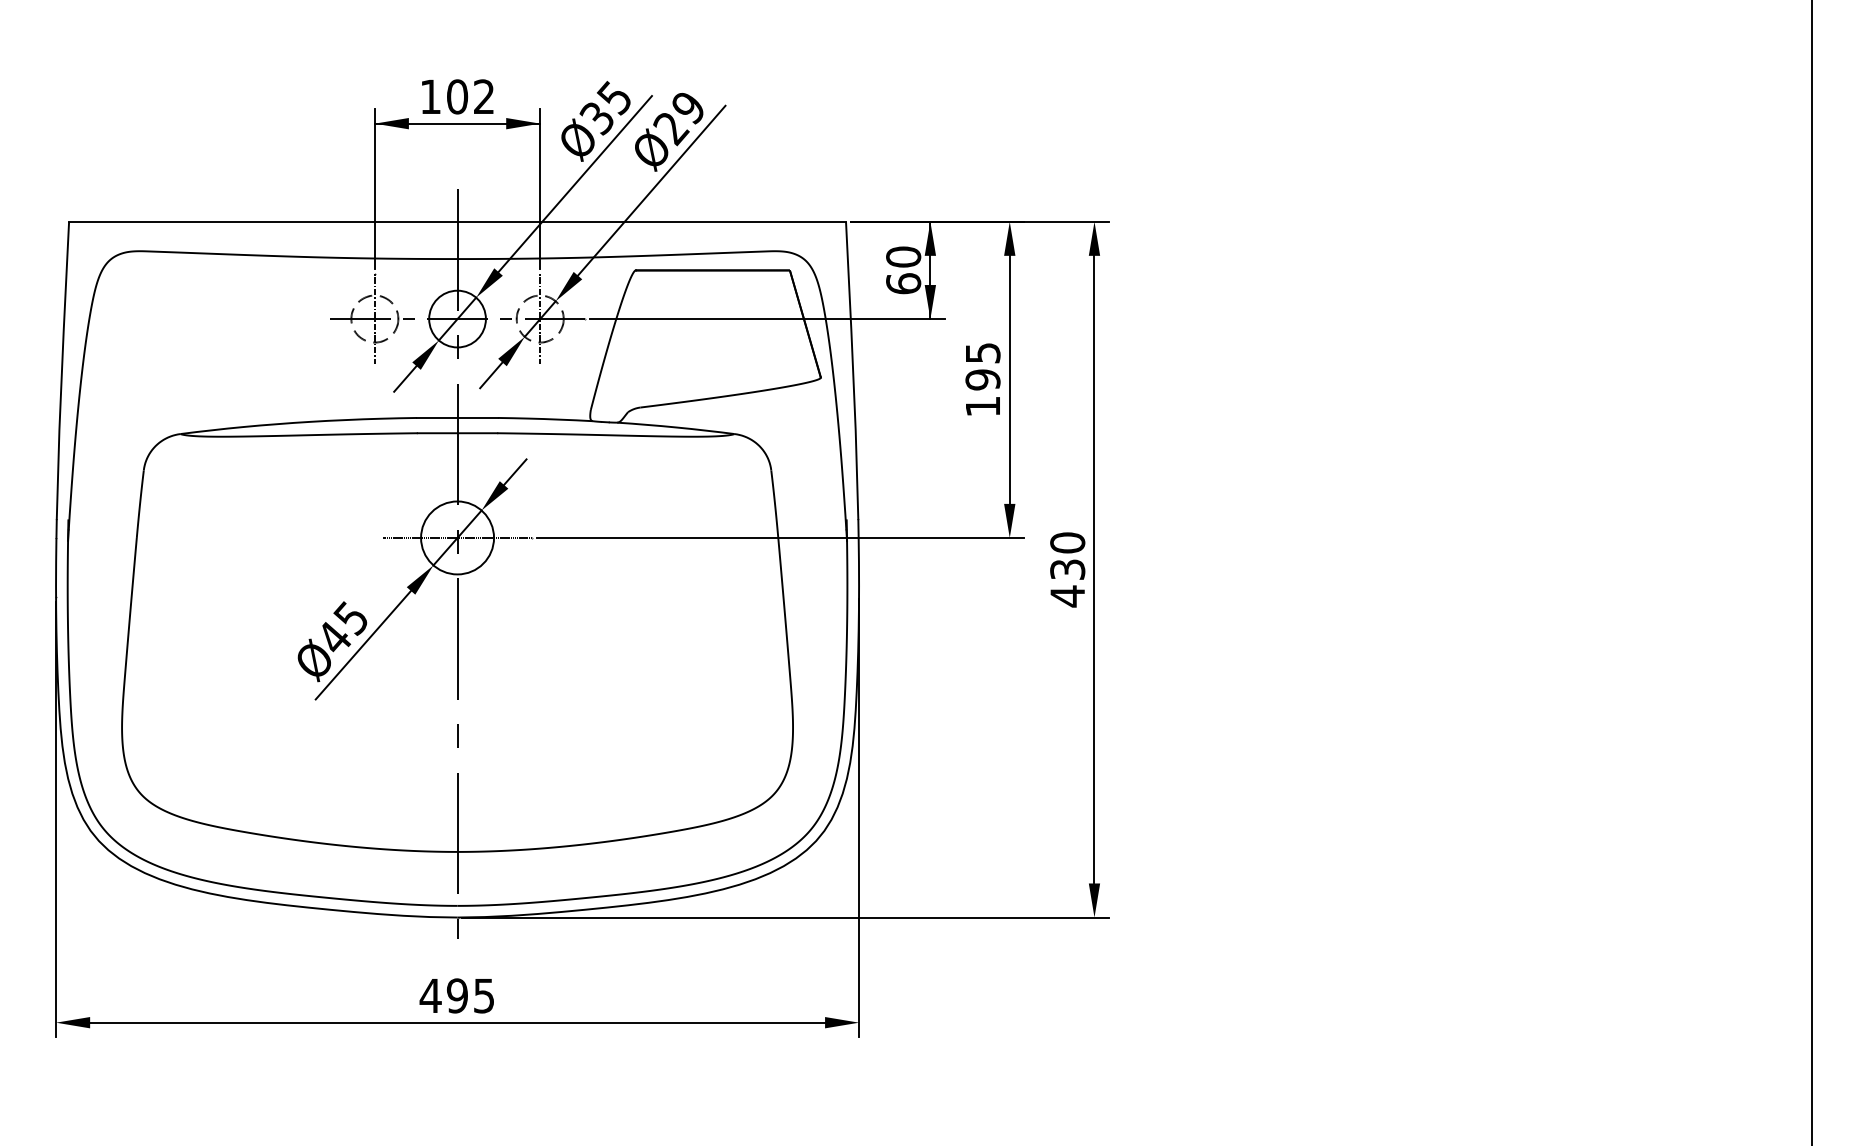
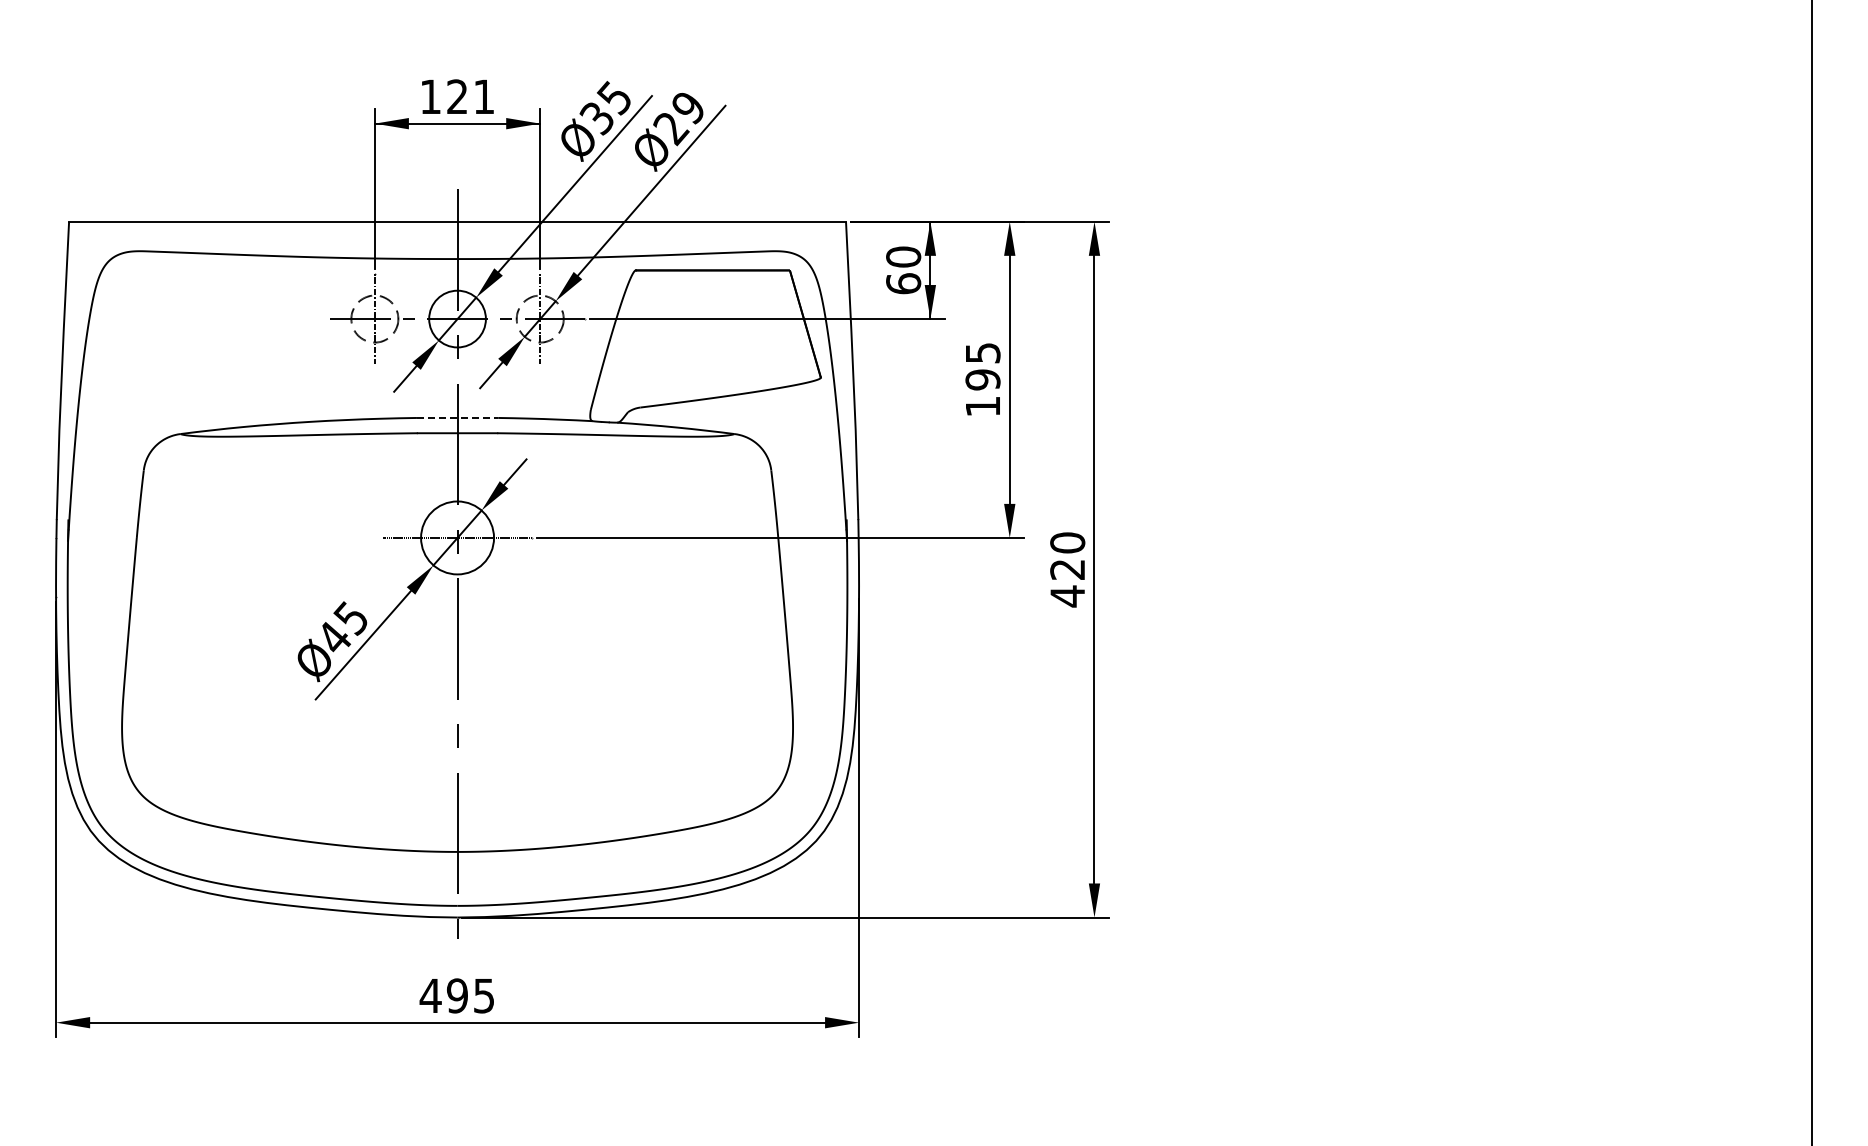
text at (470, 96): 102 -> 121
line at (457, 417): solid -> dashed
text at (1067, 569): 430 -> 420
